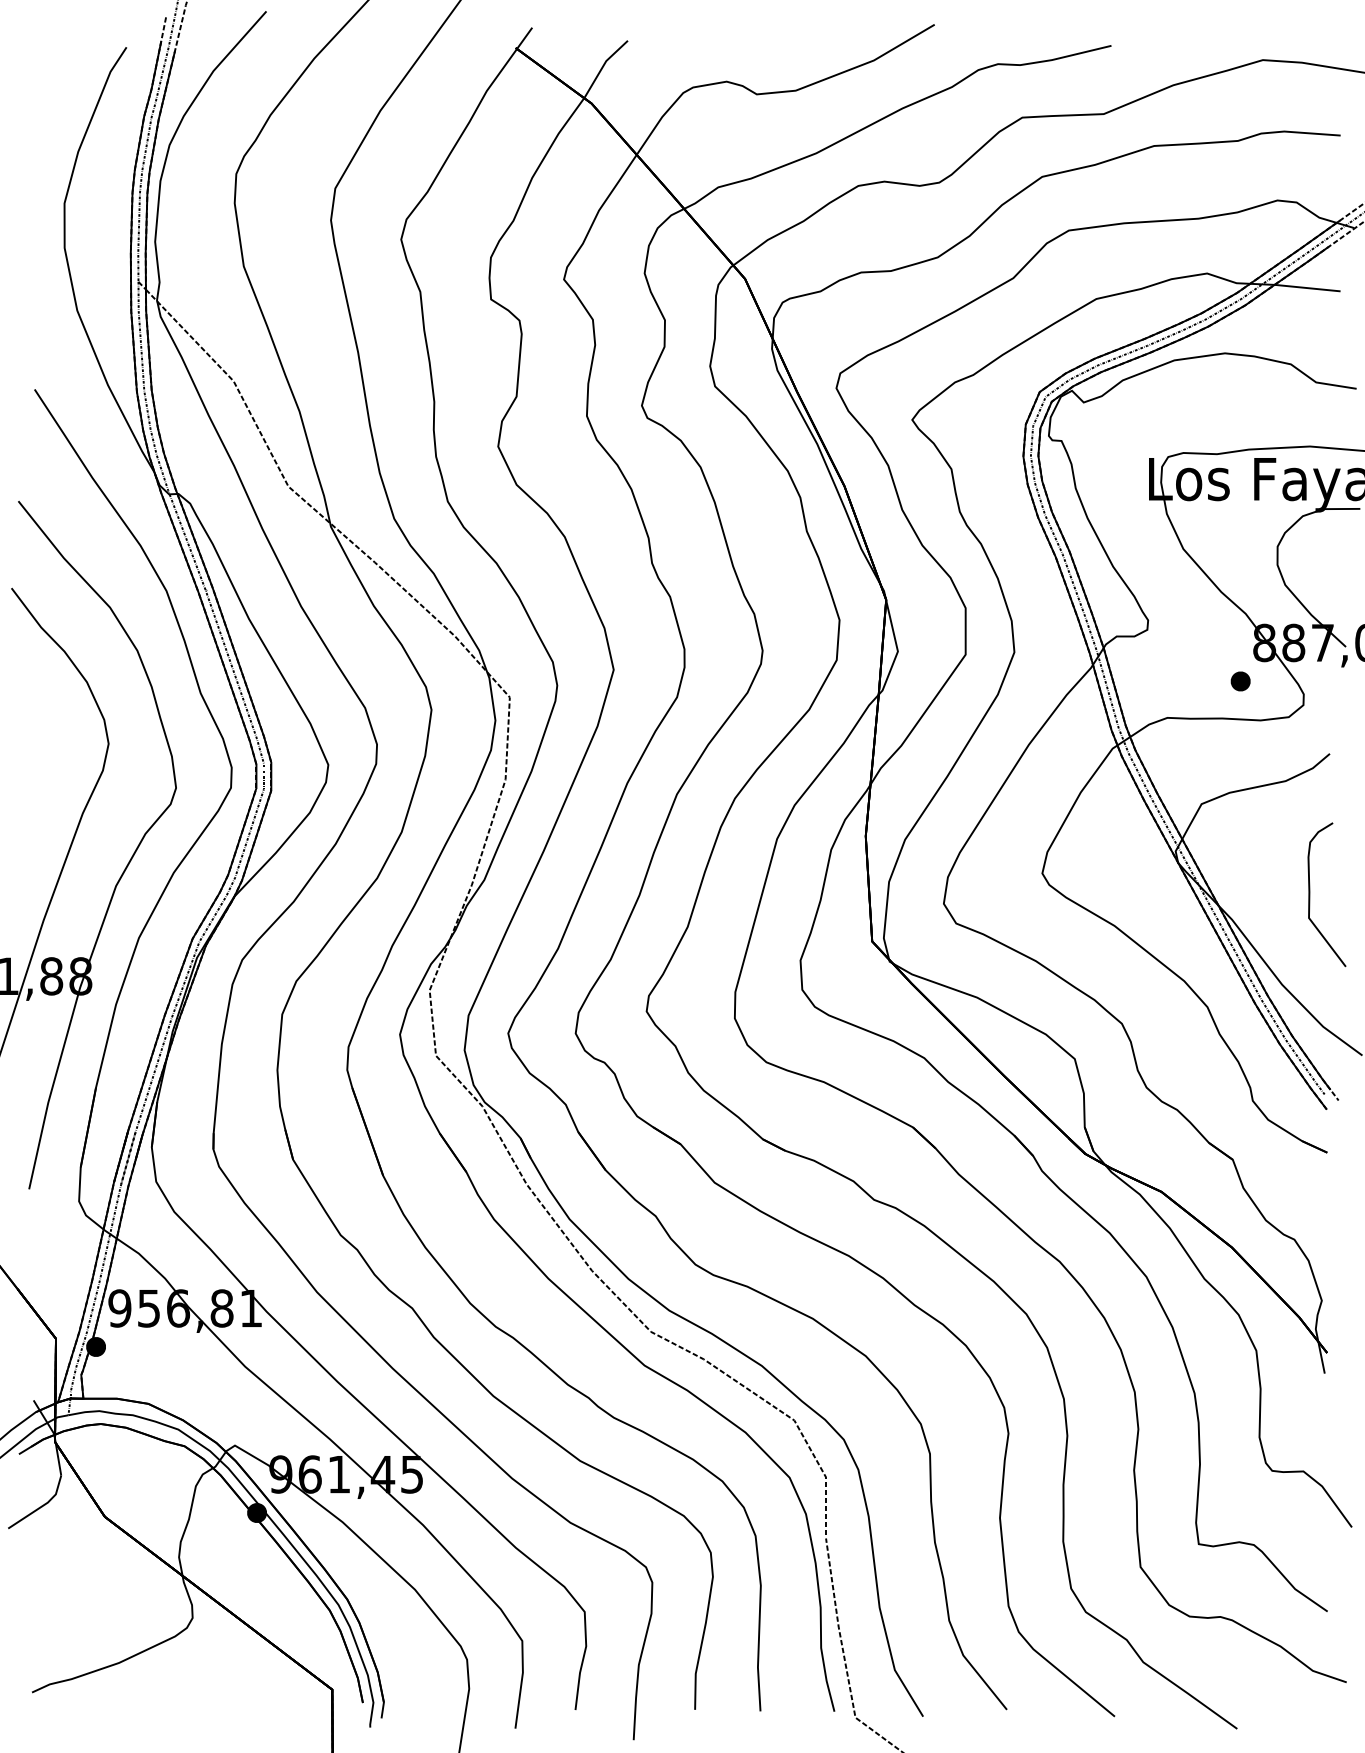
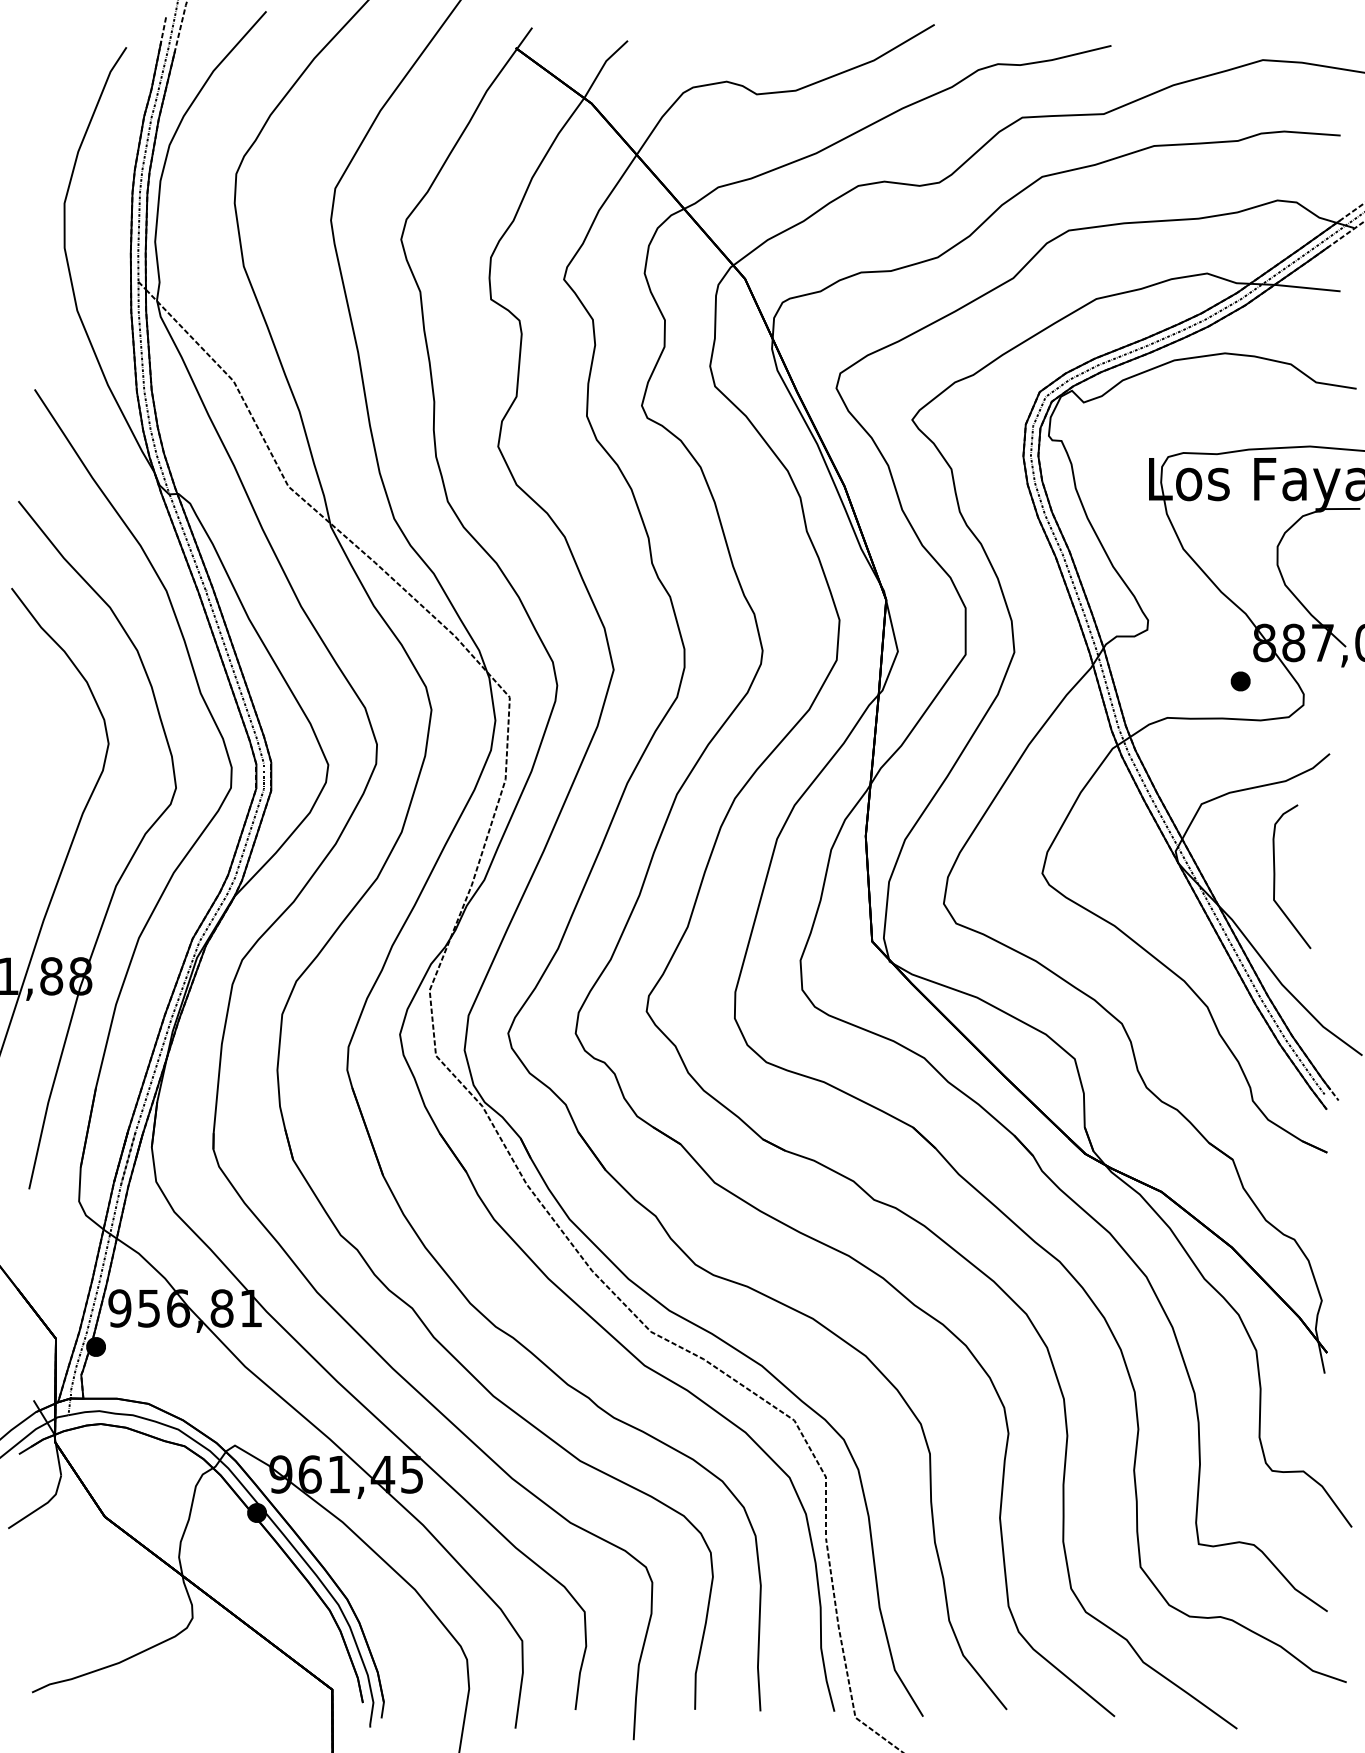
part at (1310, 894) position: (1310, 894) -> (1275, 876)
